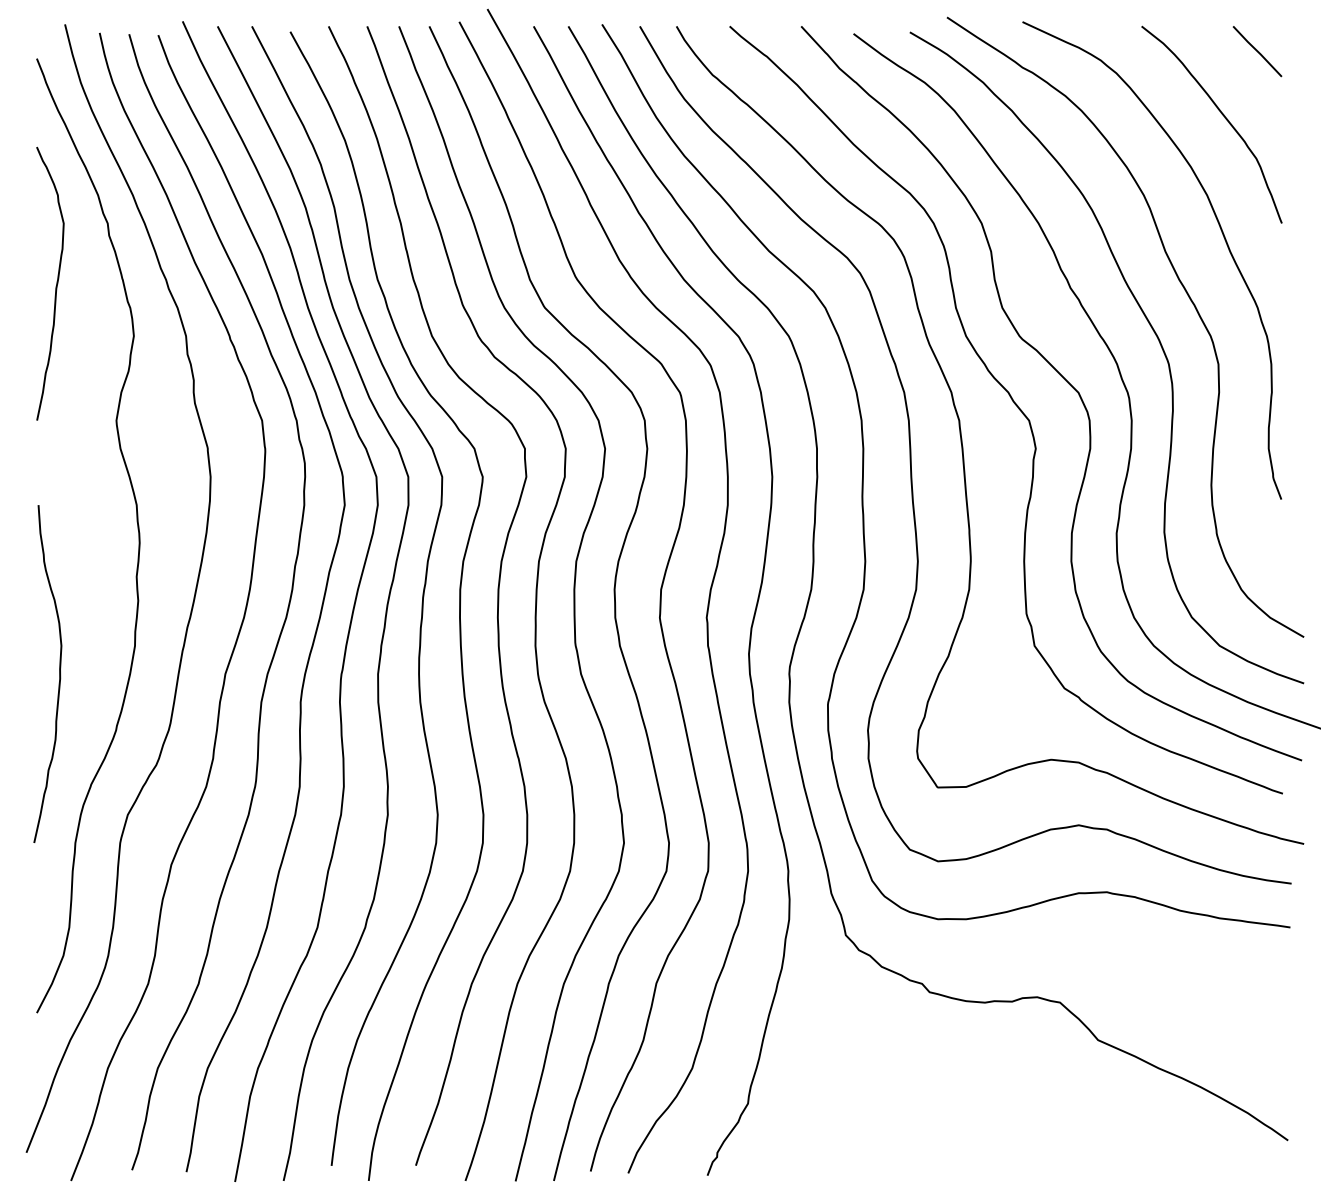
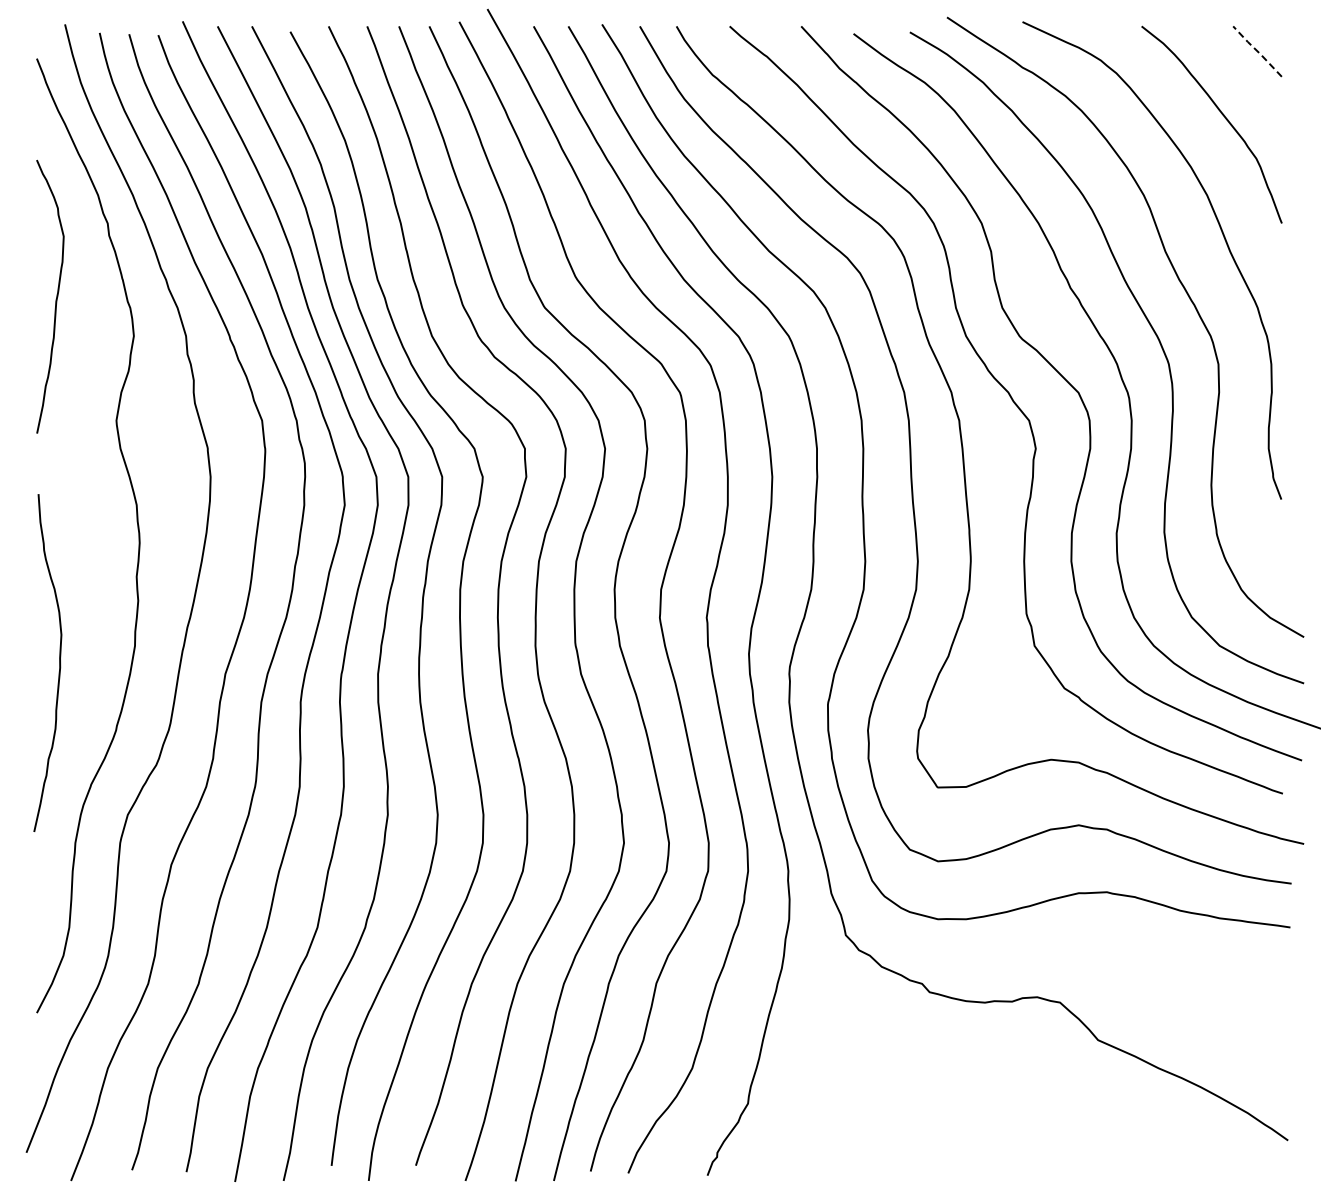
line at (1257, 51): solid -> dashed
curve at (55, 286) position: (55, 286) -> (55, 299)
curve at (59, 673) position: (59, 673) -> (59, 662)
